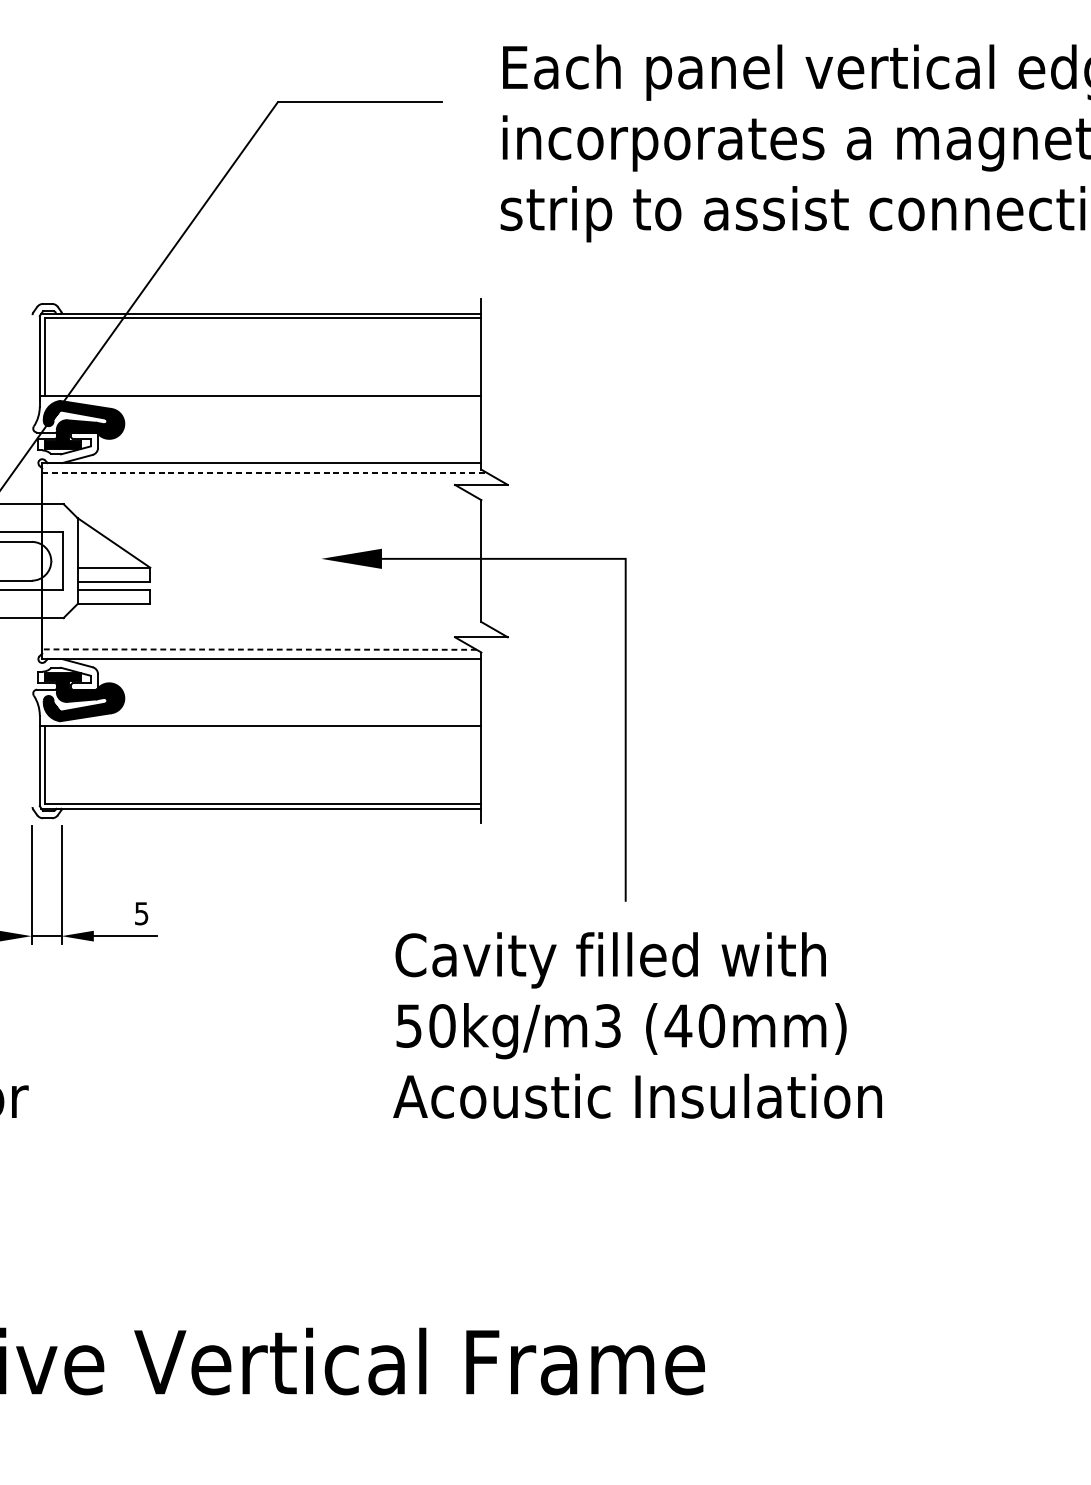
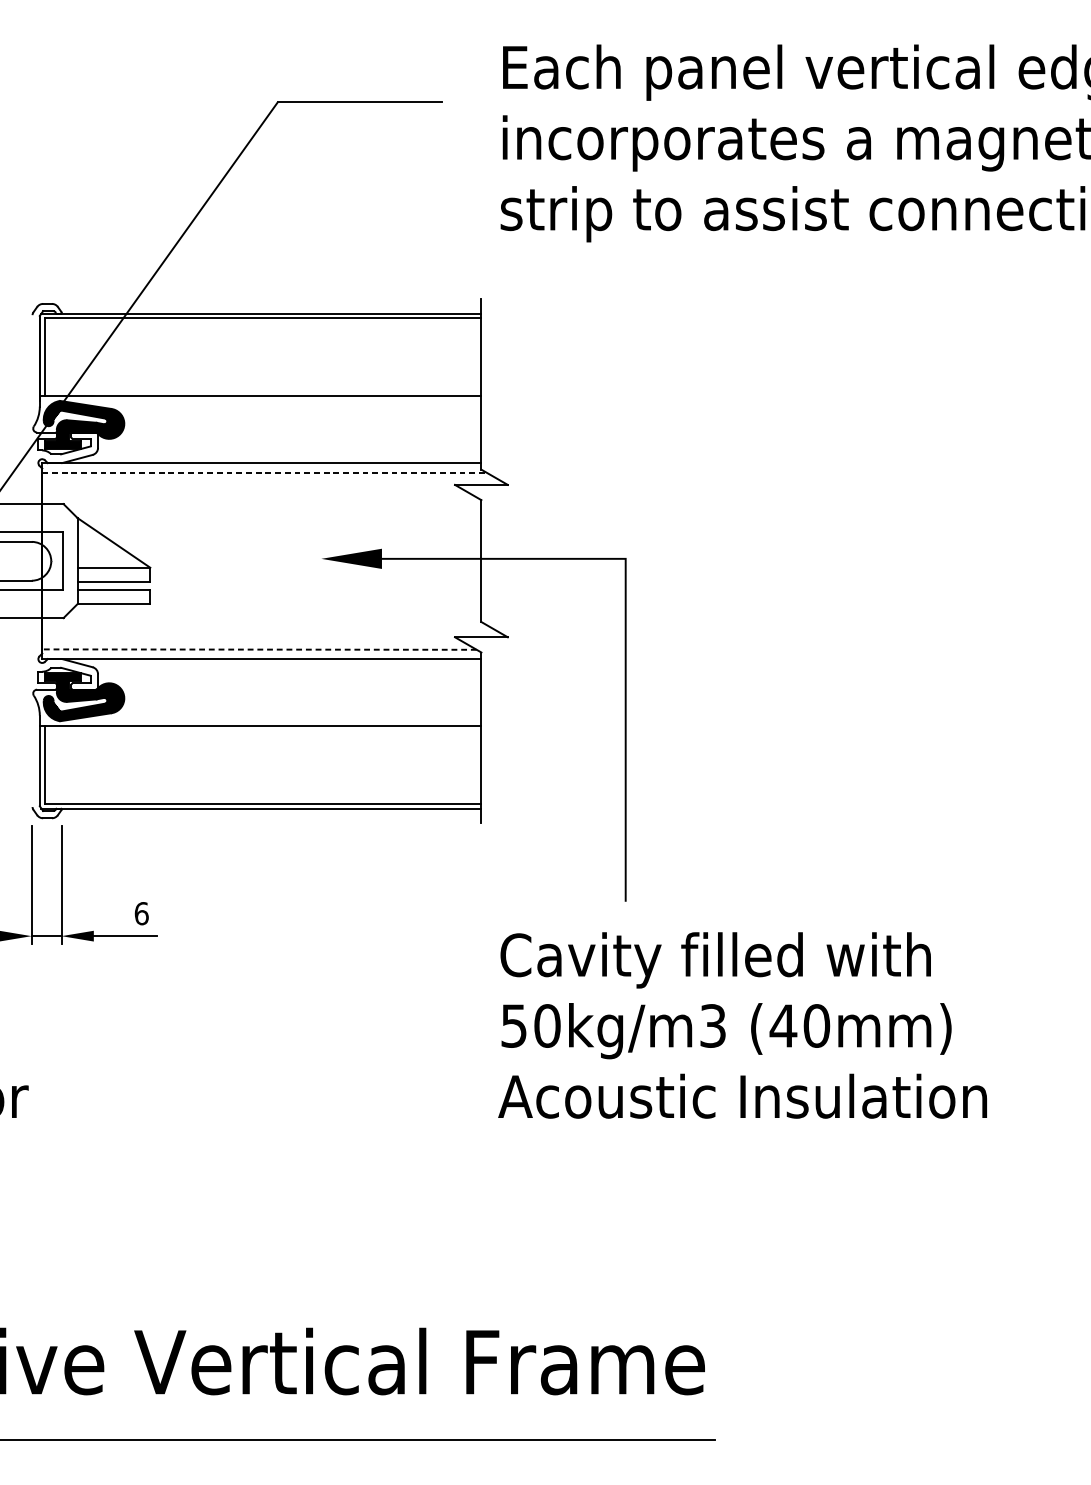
text at (141, 913): 5 -> 6
text at (637, 1025) position: (637, 1025) -> (742, 1025)
line at (358, 1440): none -> present
